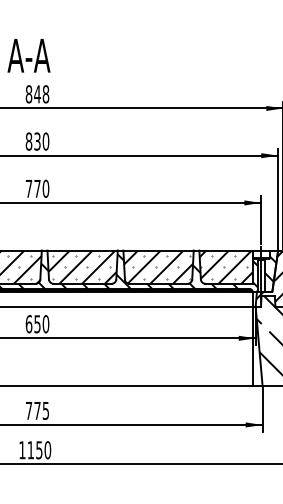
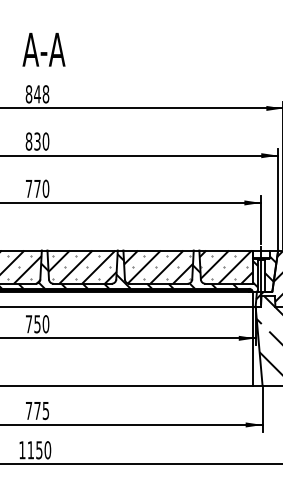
text at (28, 55) position: (28, 55) -> (43, 49)
text at (28, 324): 650 -> 750
